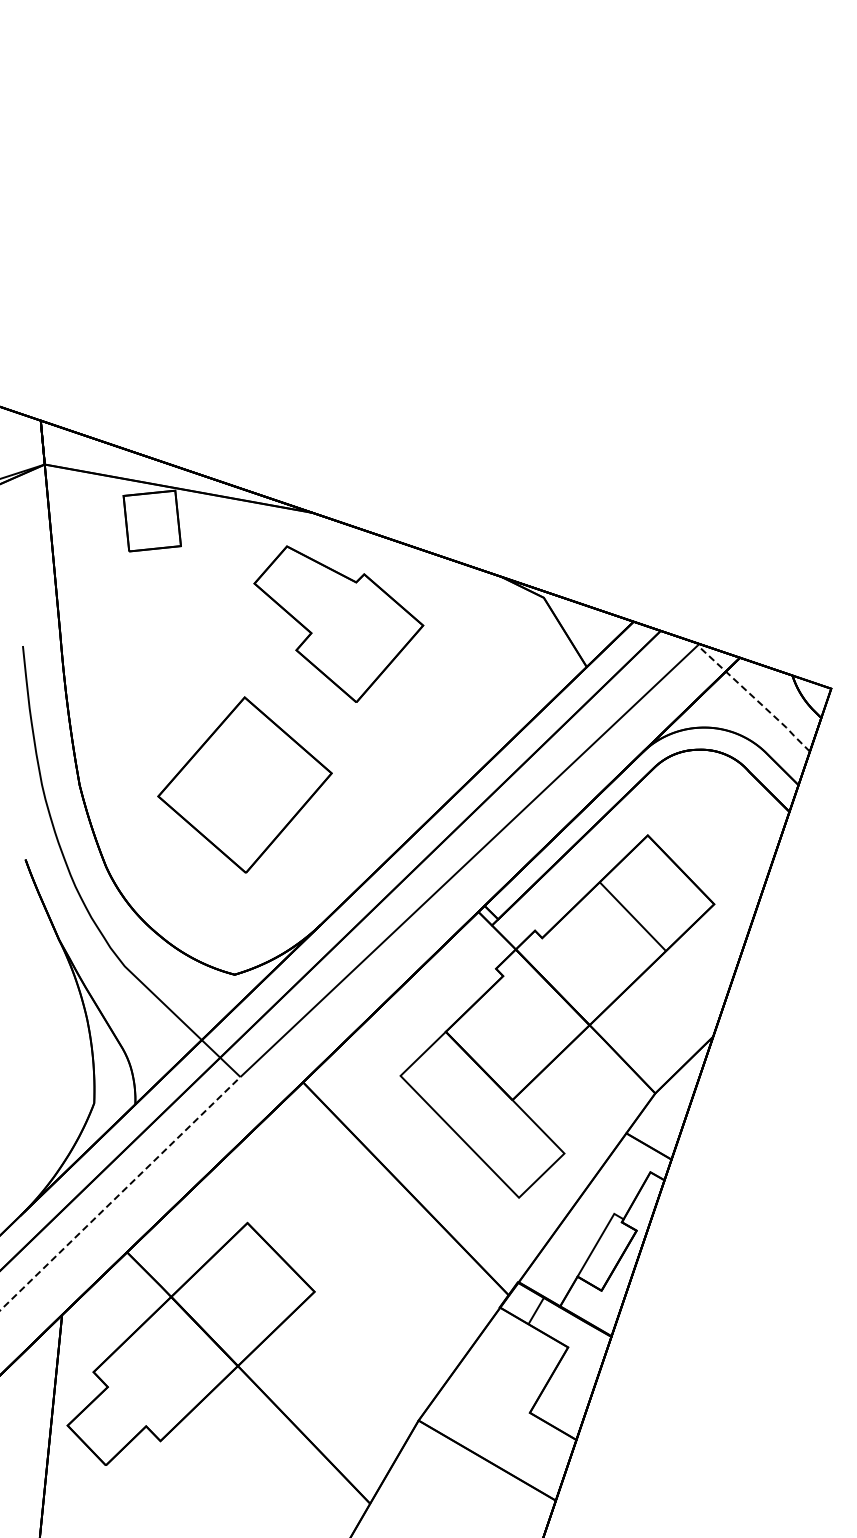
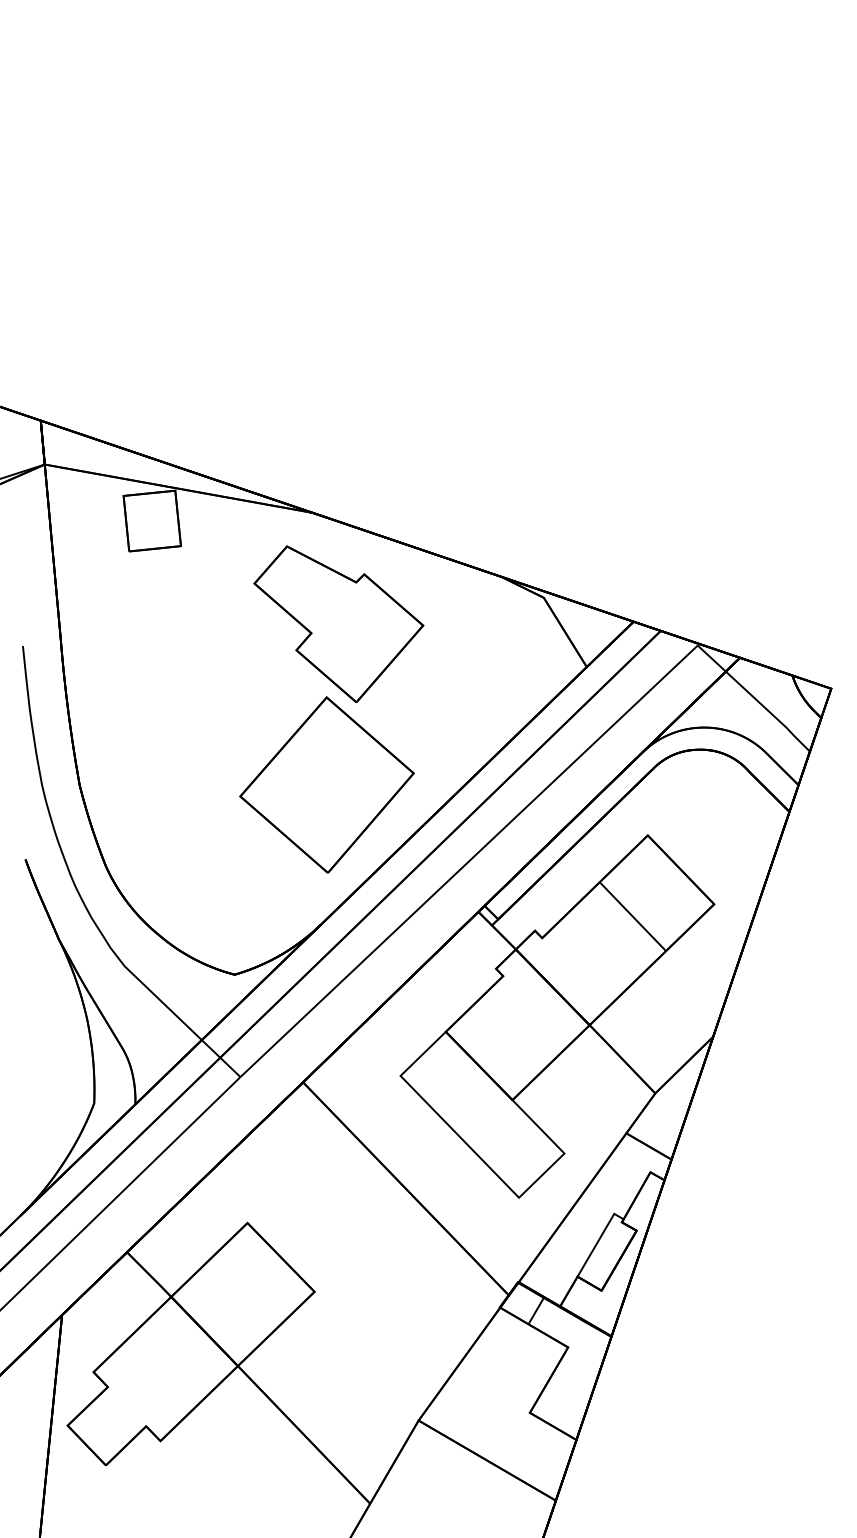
line at (755, 698): dashed -> solid
part at (244, 784) position: (244, 784) -> (326, 784)
line at (120, 1193): dashed -> solid
